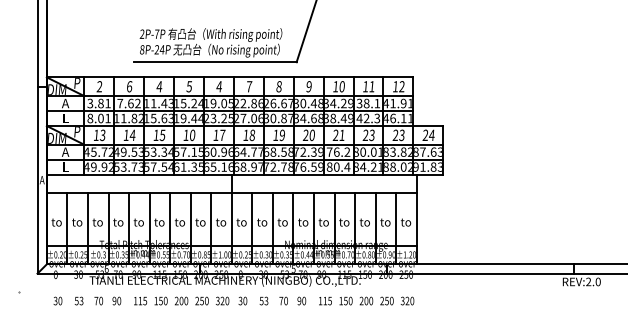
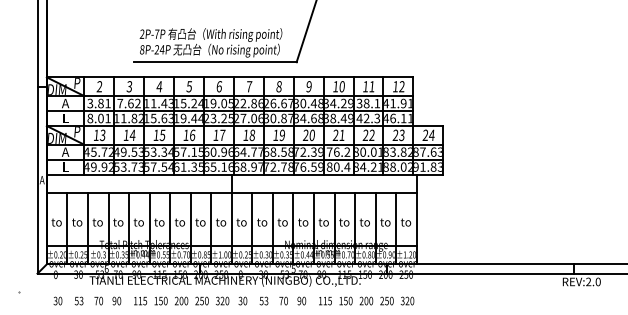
text at (129, 86): 6 -> 3
text at (219, 86): 4 -> 6
text at (192, 134): 10 -> 16
text at (371, 135): 23 -> 22
